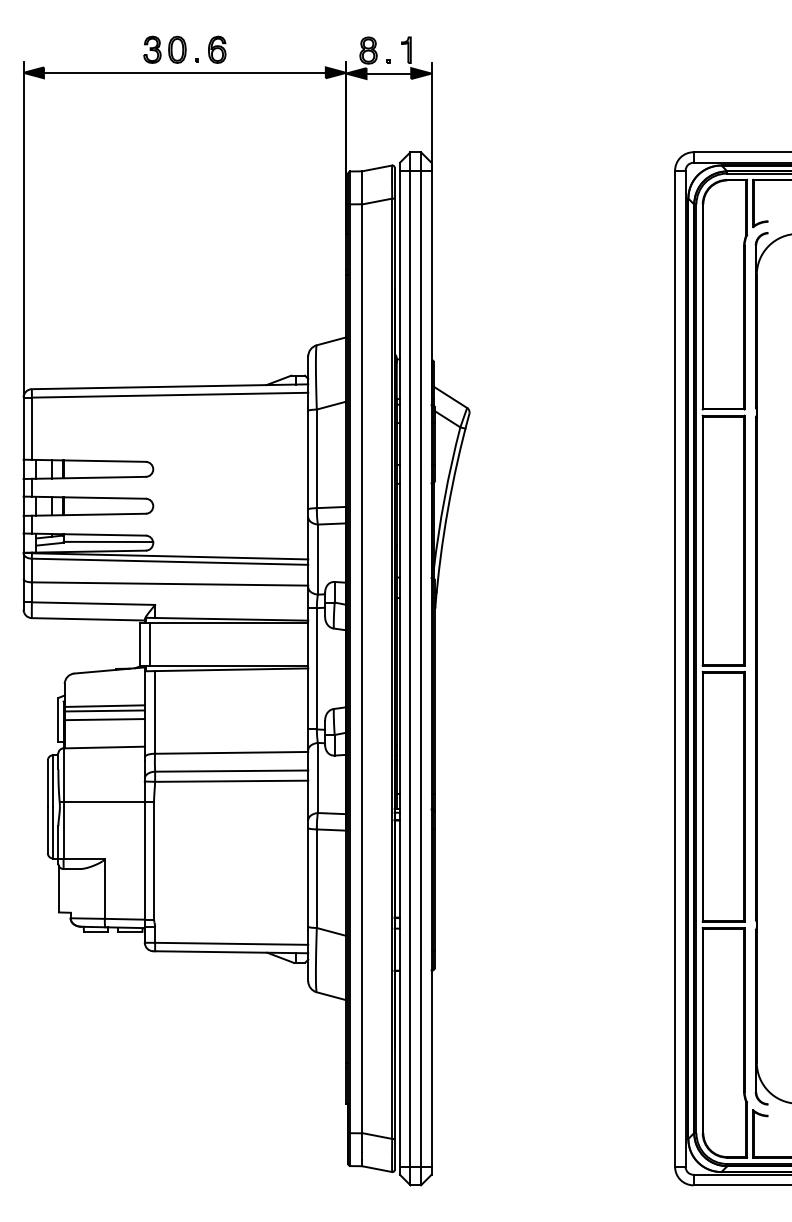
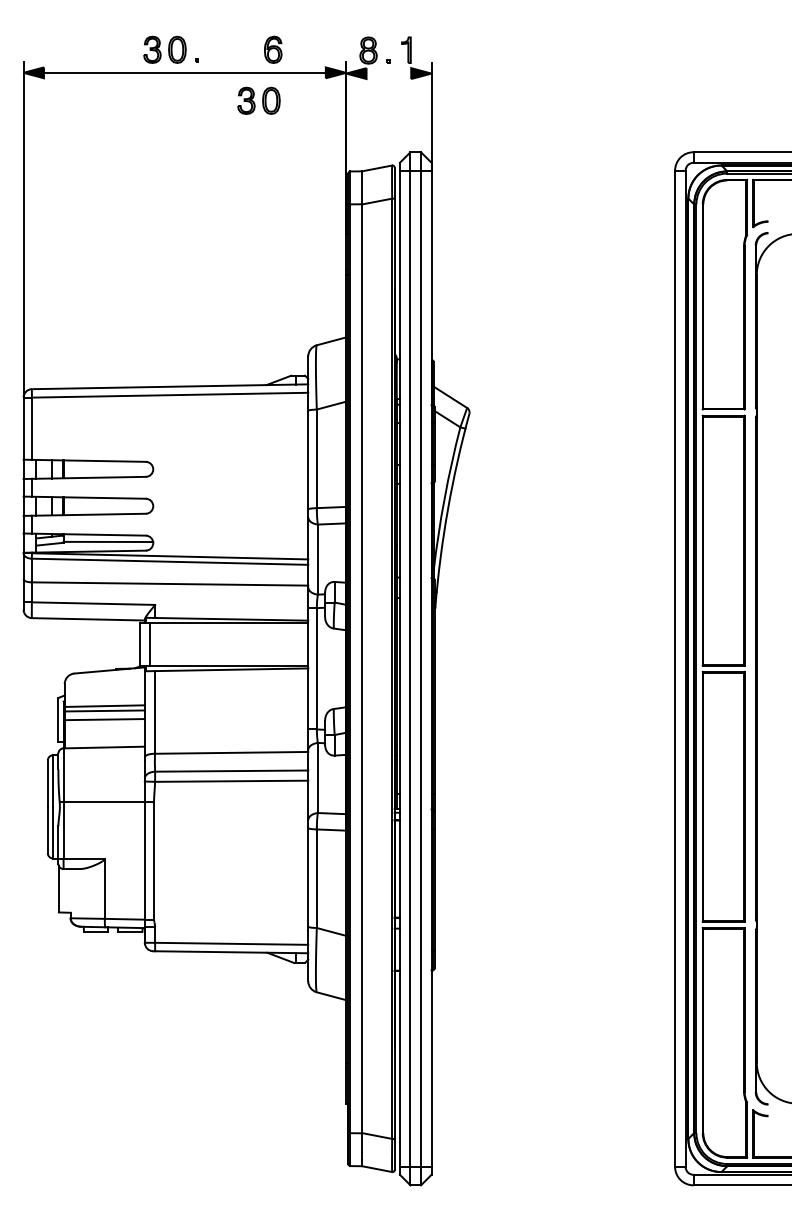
part at (217, 49) position: (217, 49) -> (273, 49)
line at (388, 73): present -> none
part at (258, 100): none -> present
